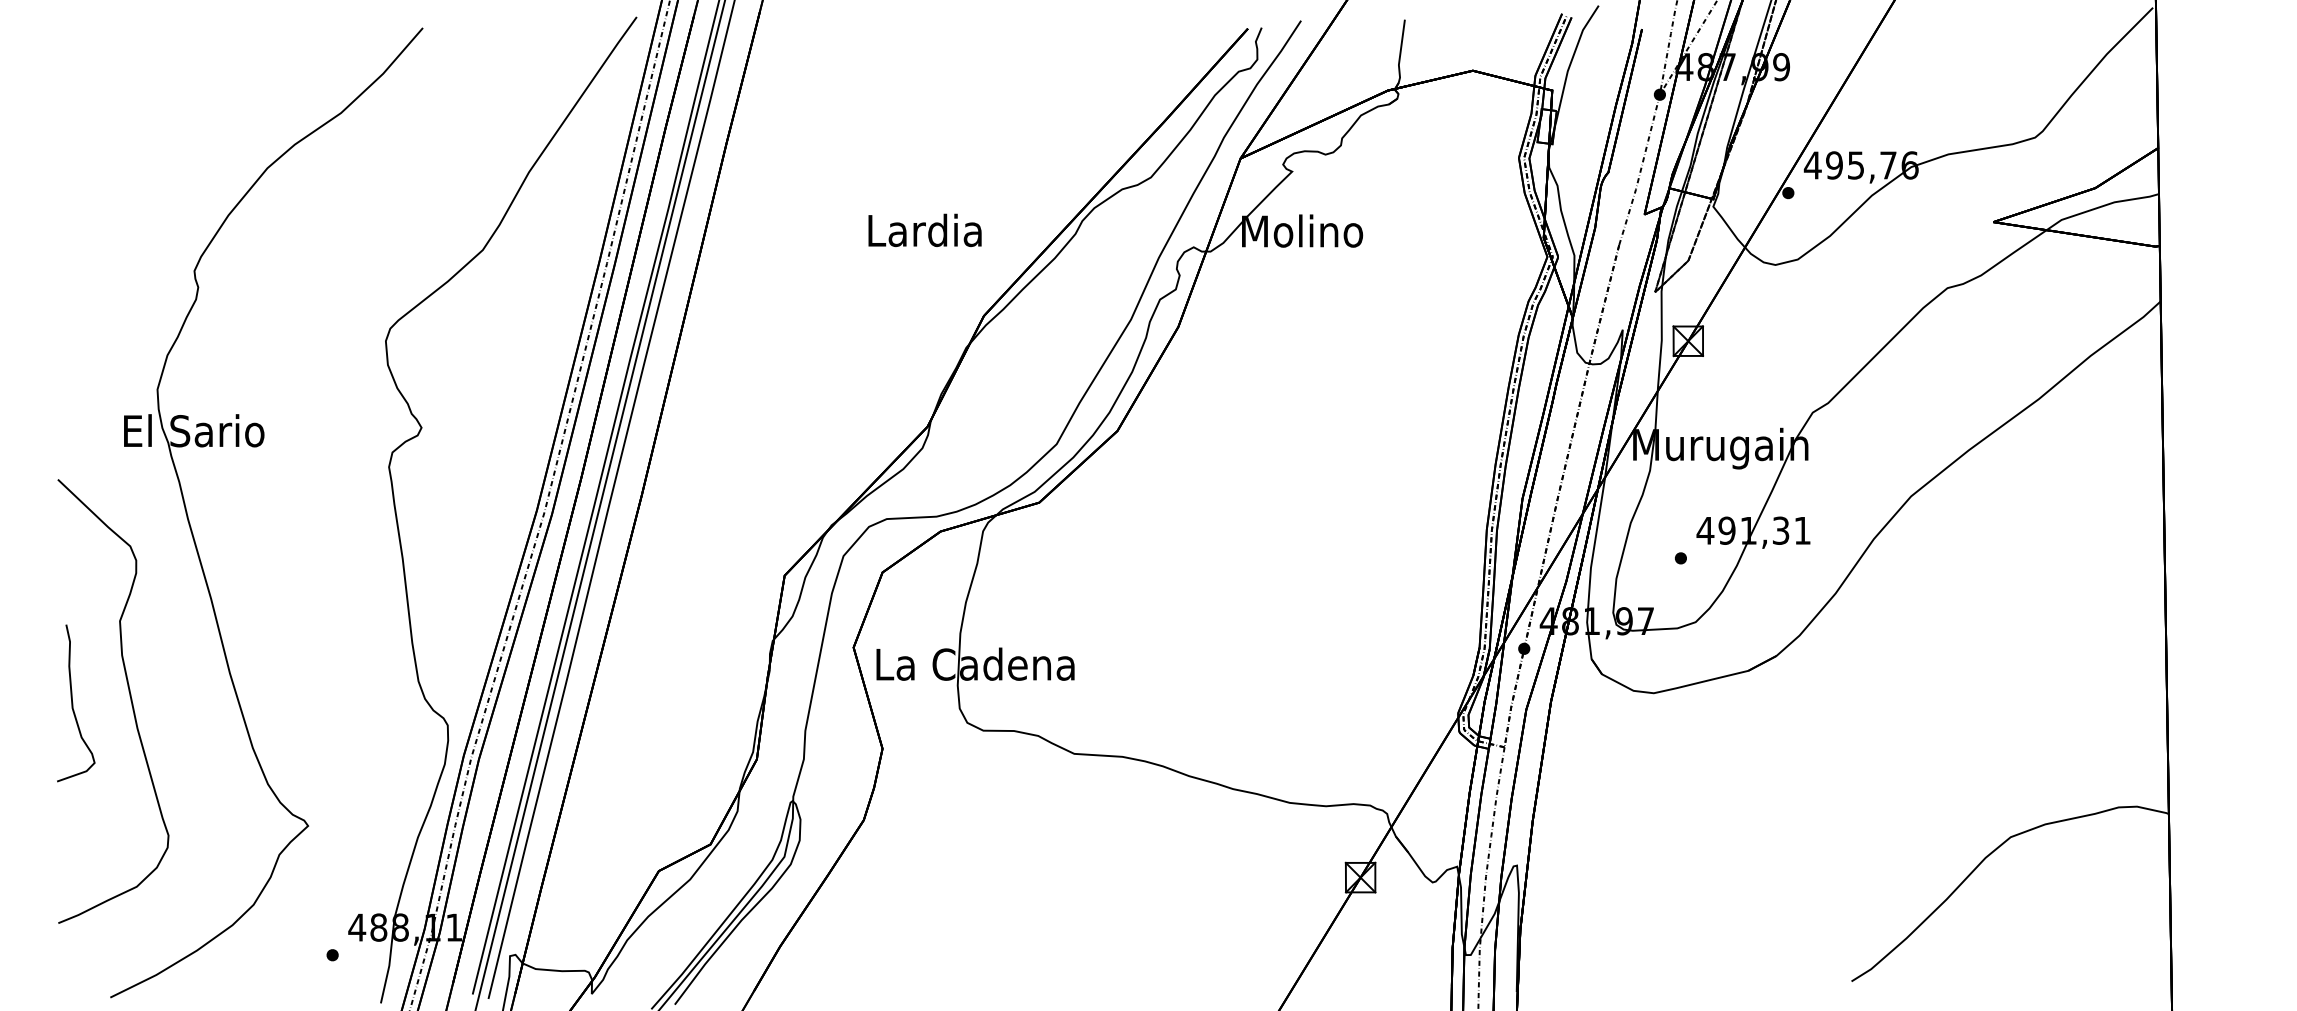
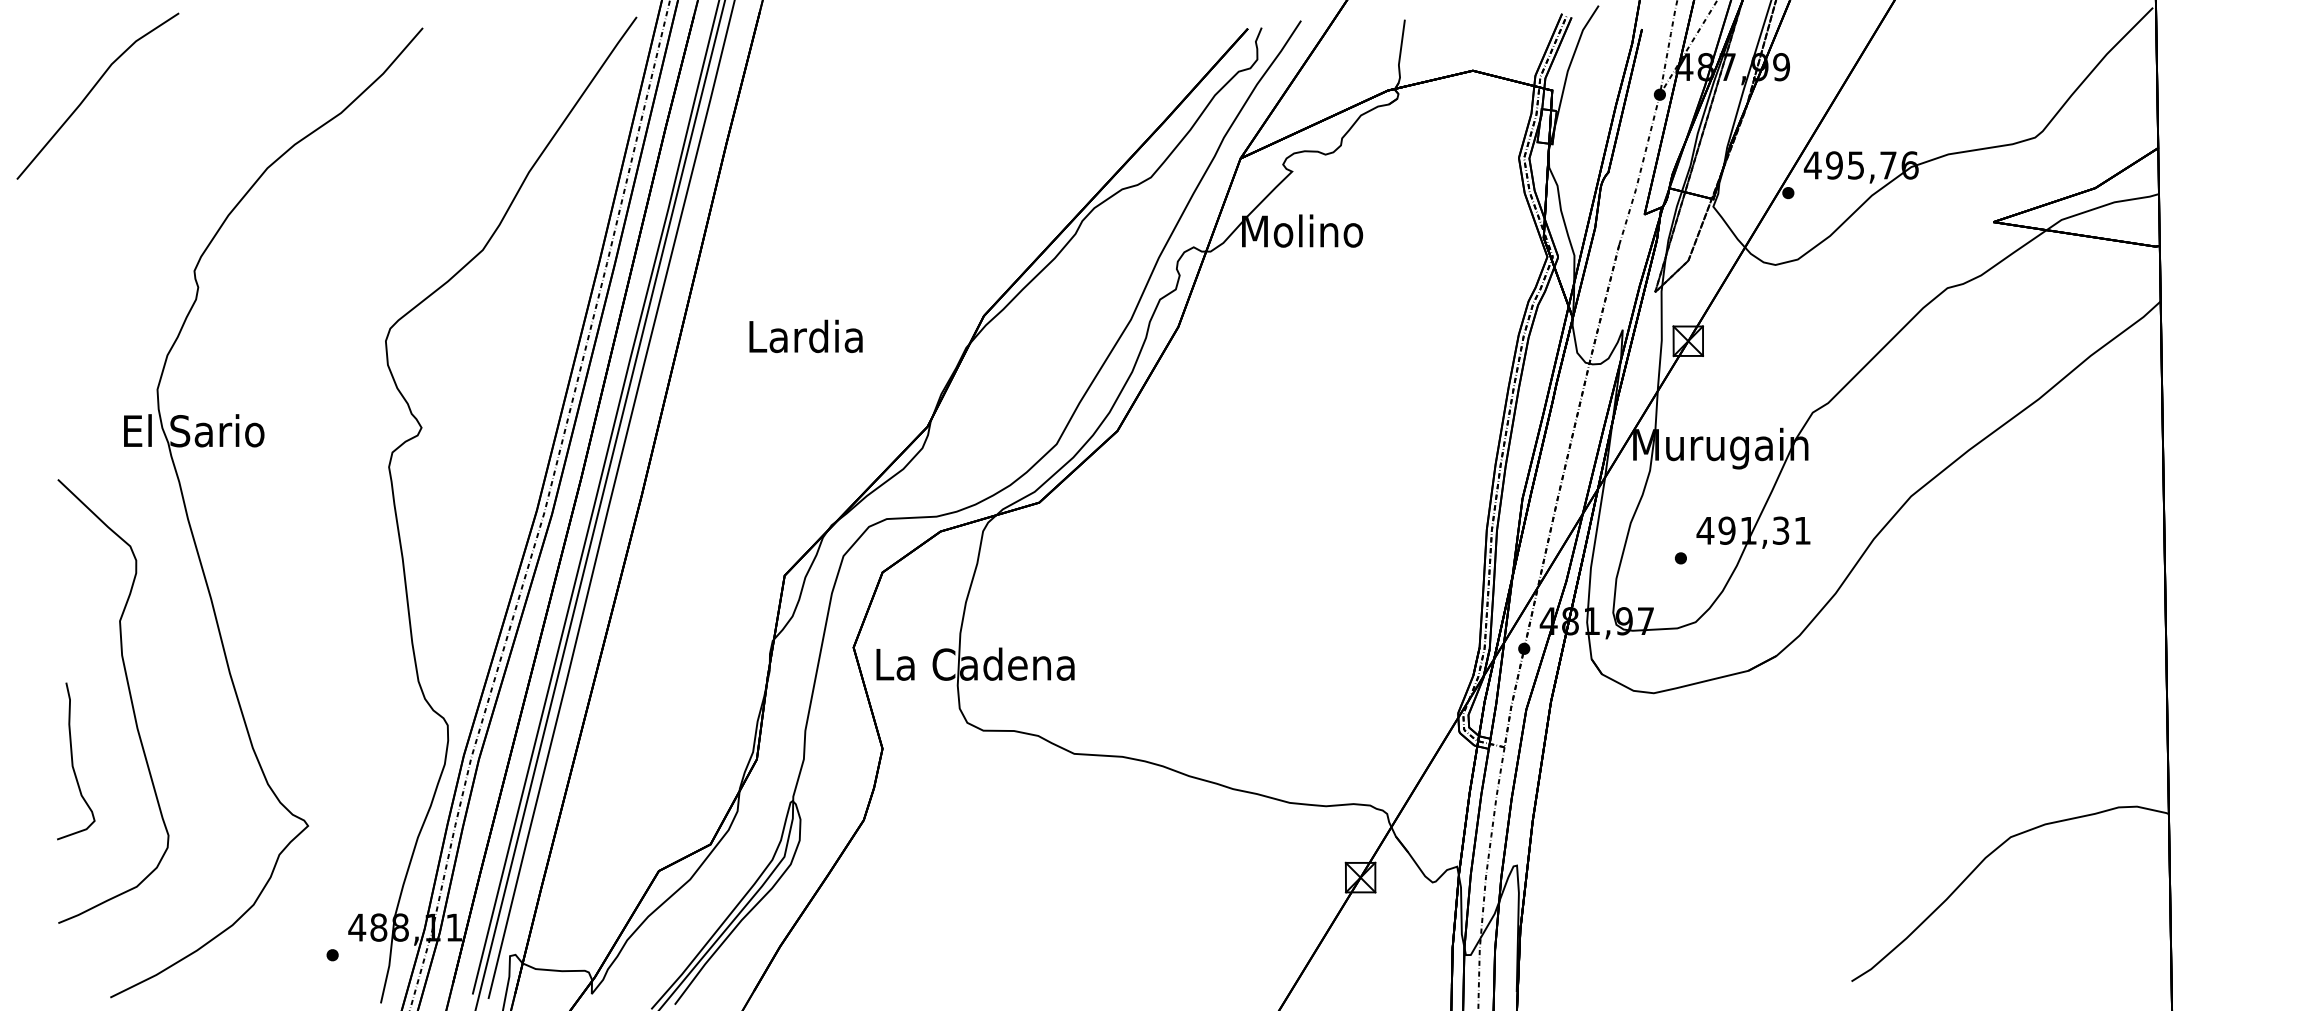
line at (92, 90): none -> present
text at (924, 230) position: (924, 230) -> (805, 336)
curve at (73, 703) position: (73, 703) -> (73, 761)
